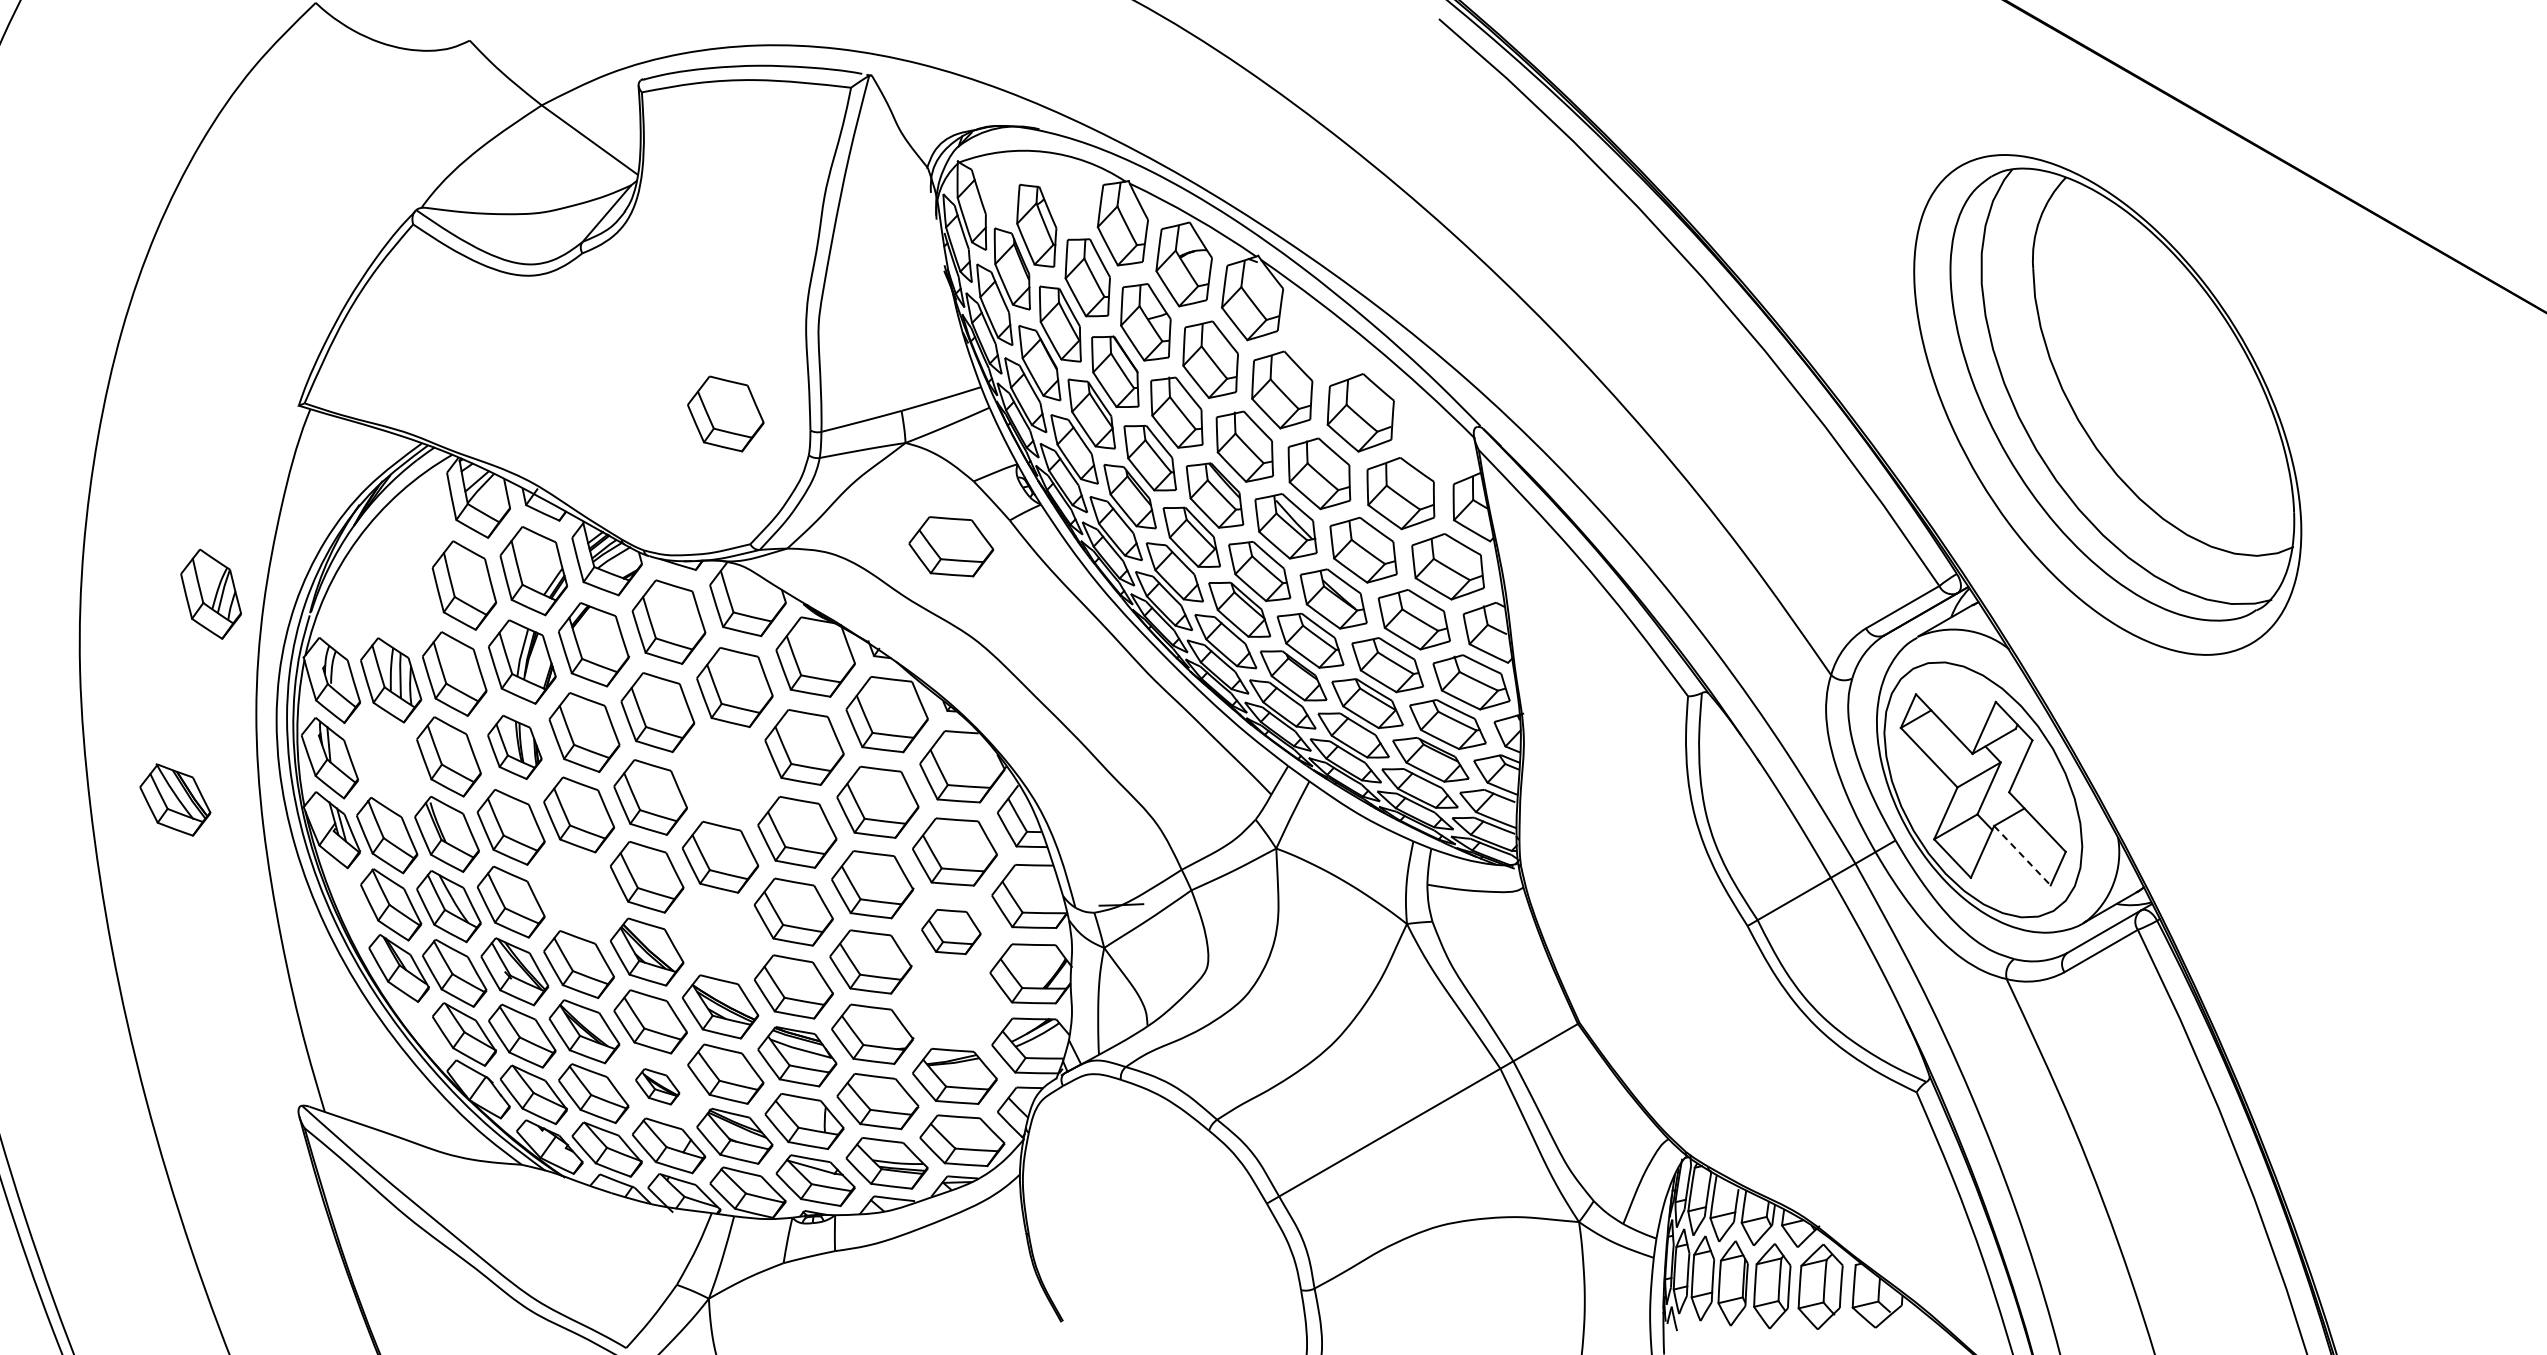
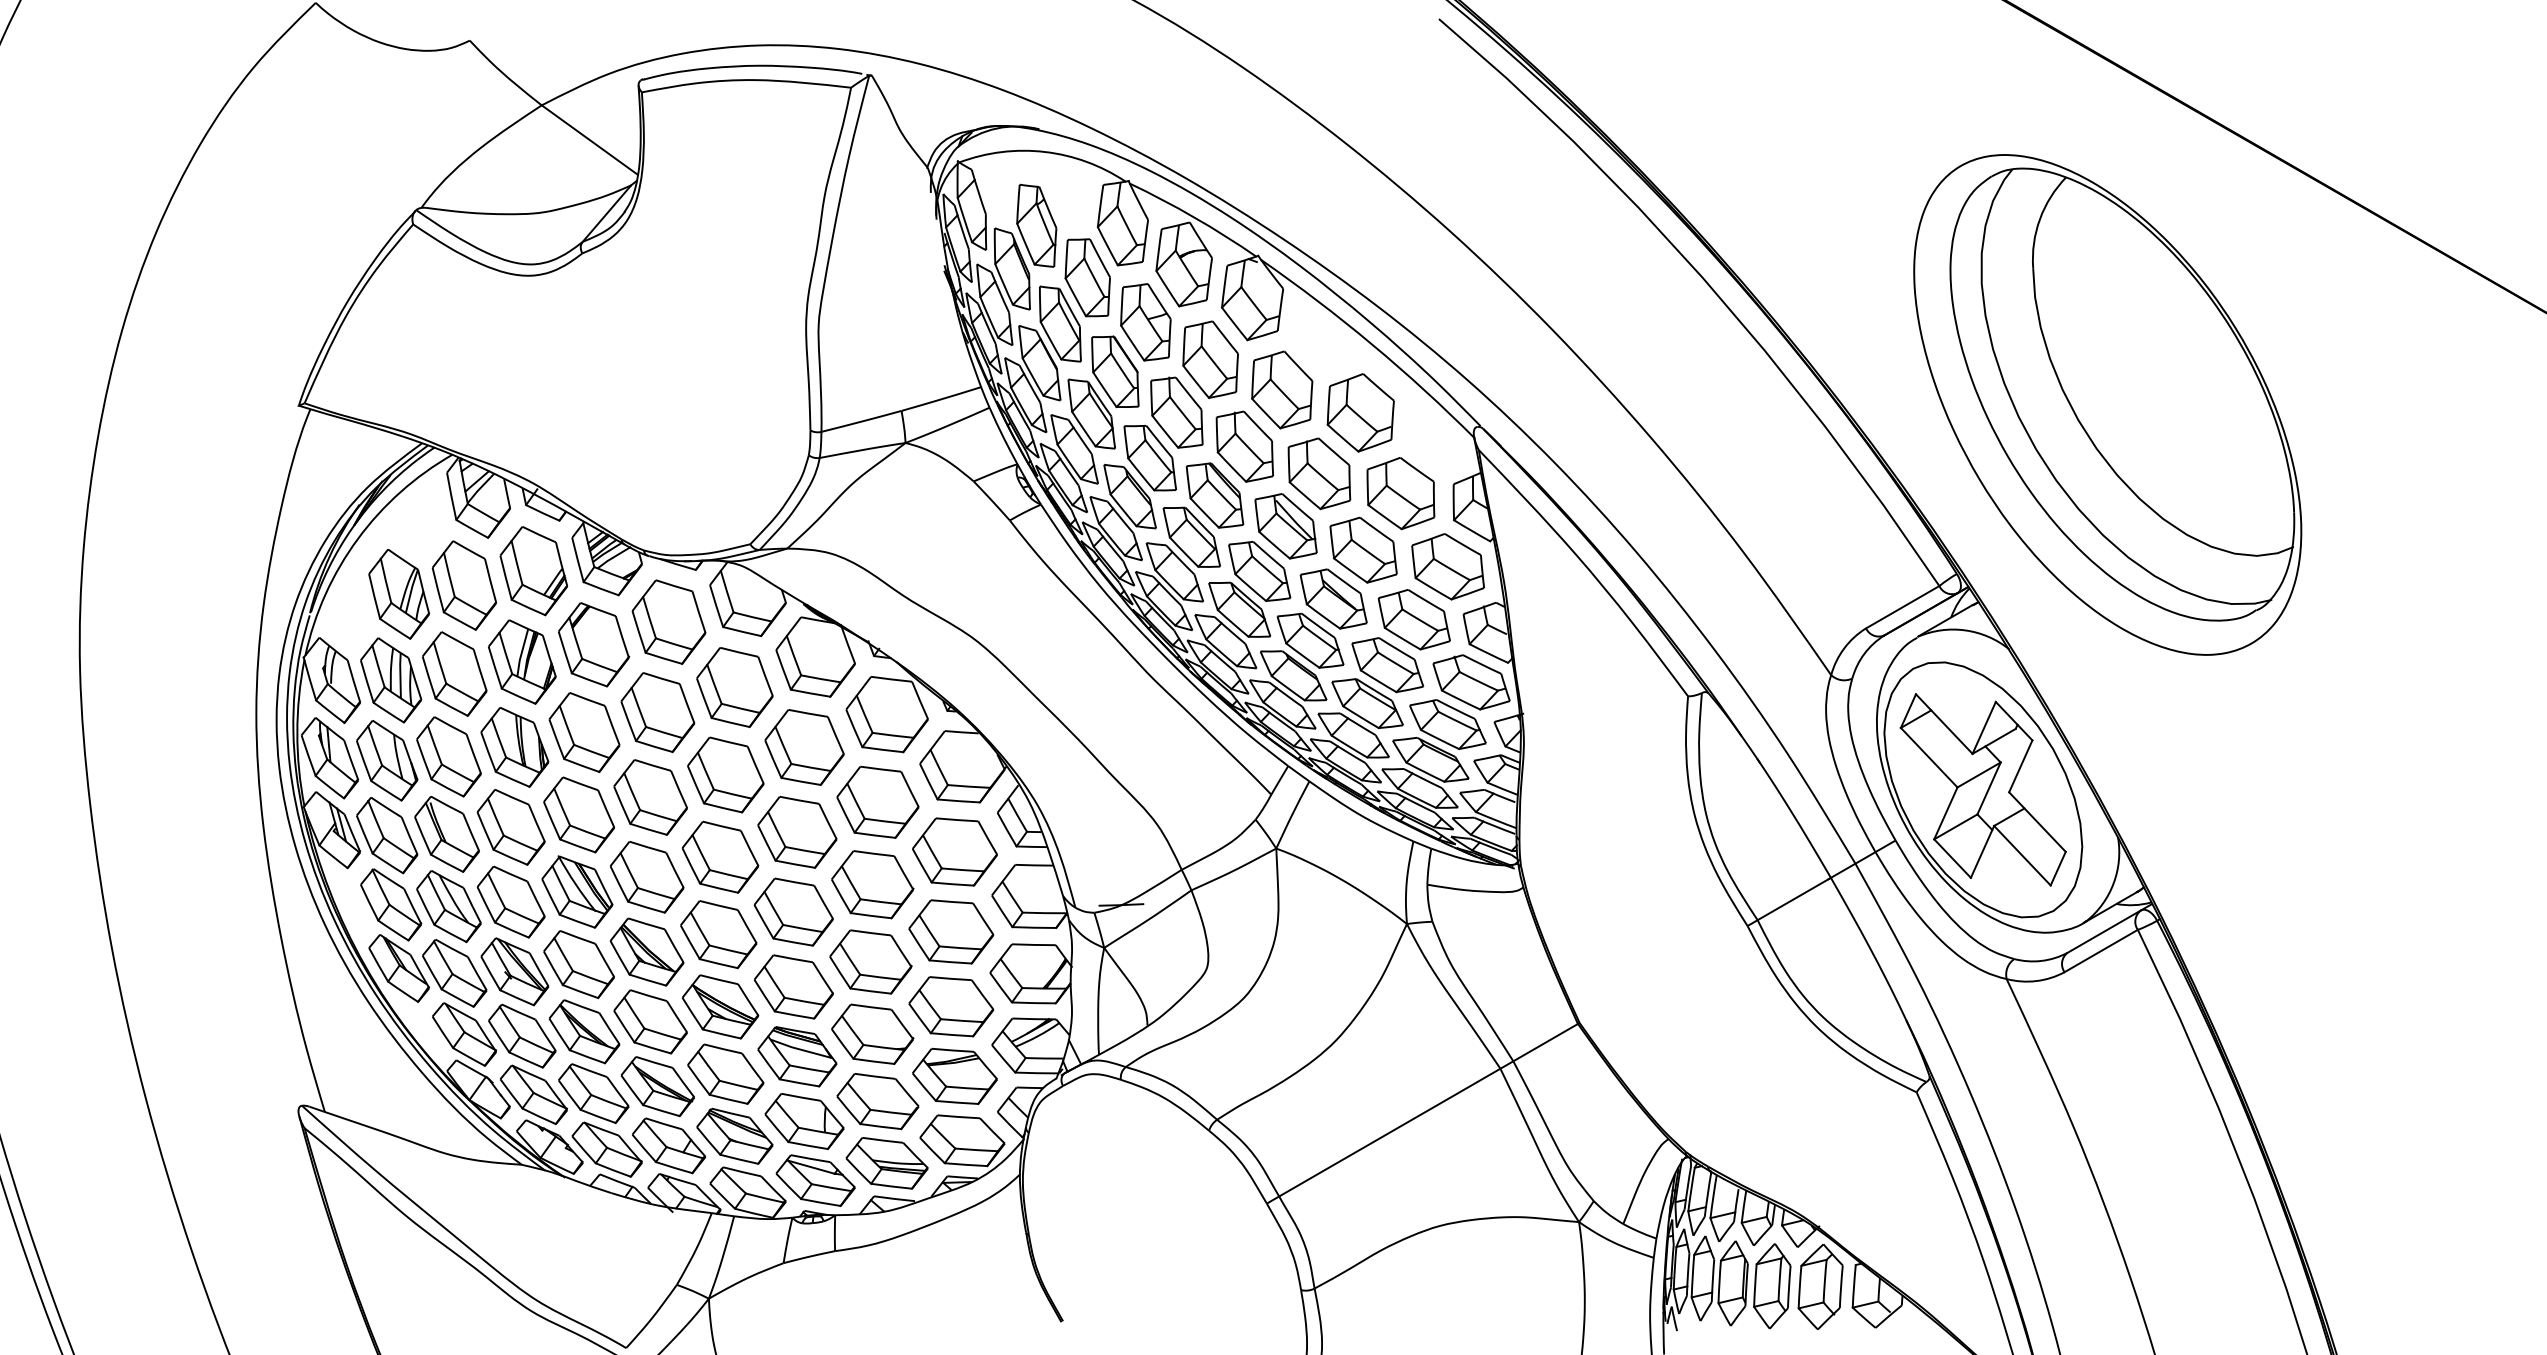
part at (725, 413) position: (725, 413) -> (725, 774)
part at (951, 546) position: (951, 546) -> (951, 1006)
part at (210, 593) position: (210, 593) -> (398, 593)
part at (514, 747) size: 56x65 px -> 70x81 px
part at (387, 760): none -> present
part at (175, 799) position: (175, 799) -> (577, 891)
line at (2022, 856): dashed -> solid
part at (951, 931) size: 61x48 px -> 87x66 px
part at (718, 934): none -> present
part at (657, 1086) size: 46x38 px -> 75x62 px
